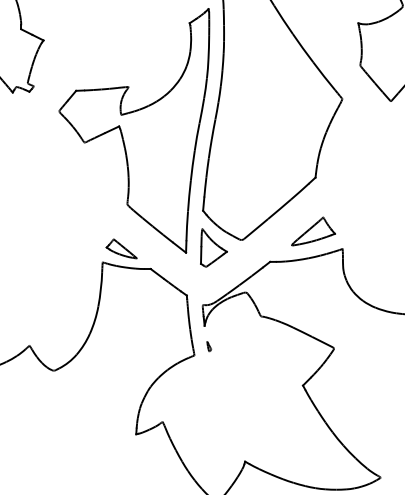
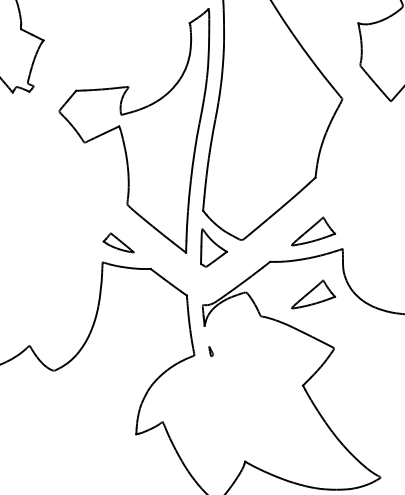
part at (121, 248) position: (121, 248) -> (118, 242)
part at (313, 294): none -> present
part at (209, 346) position: (209, 346) -> (211, 351)
